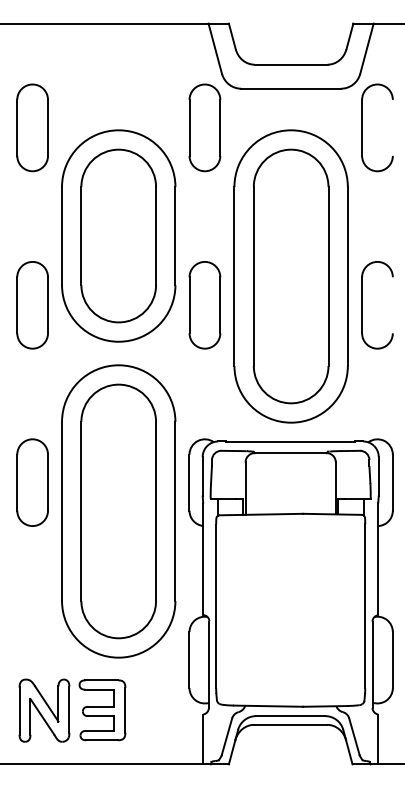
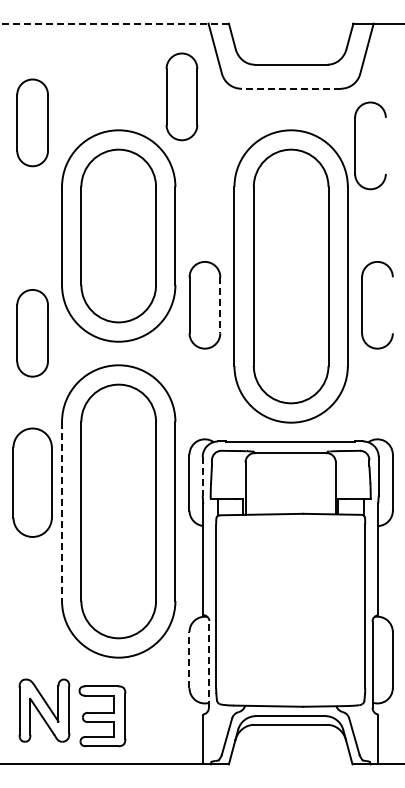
line at (114, 23): solid -> dashed
line at (291, 88): solid -> dashed
part at (32, 127) position: (32, 127) -> (32, 122)
part at (204, 127) position: (204, 127) -> (181, 96)
part at (362, 127) position: (362, 127) -> (355, 145)
part at (32, 305) position: (32, 305) -> (32, 333)
line at (220, 305): solid -> dashed
line at (202, 476): solid -> dashed
part at (32, 482) size: 33x89 px -> 41x111 px
line at (62, 511): solid -> dashed
line at (189, 659): solid -> dashed
line at (208, 664): solid -> dashed
part at (102, 710) position: (102, 710) -> (102, 716)
